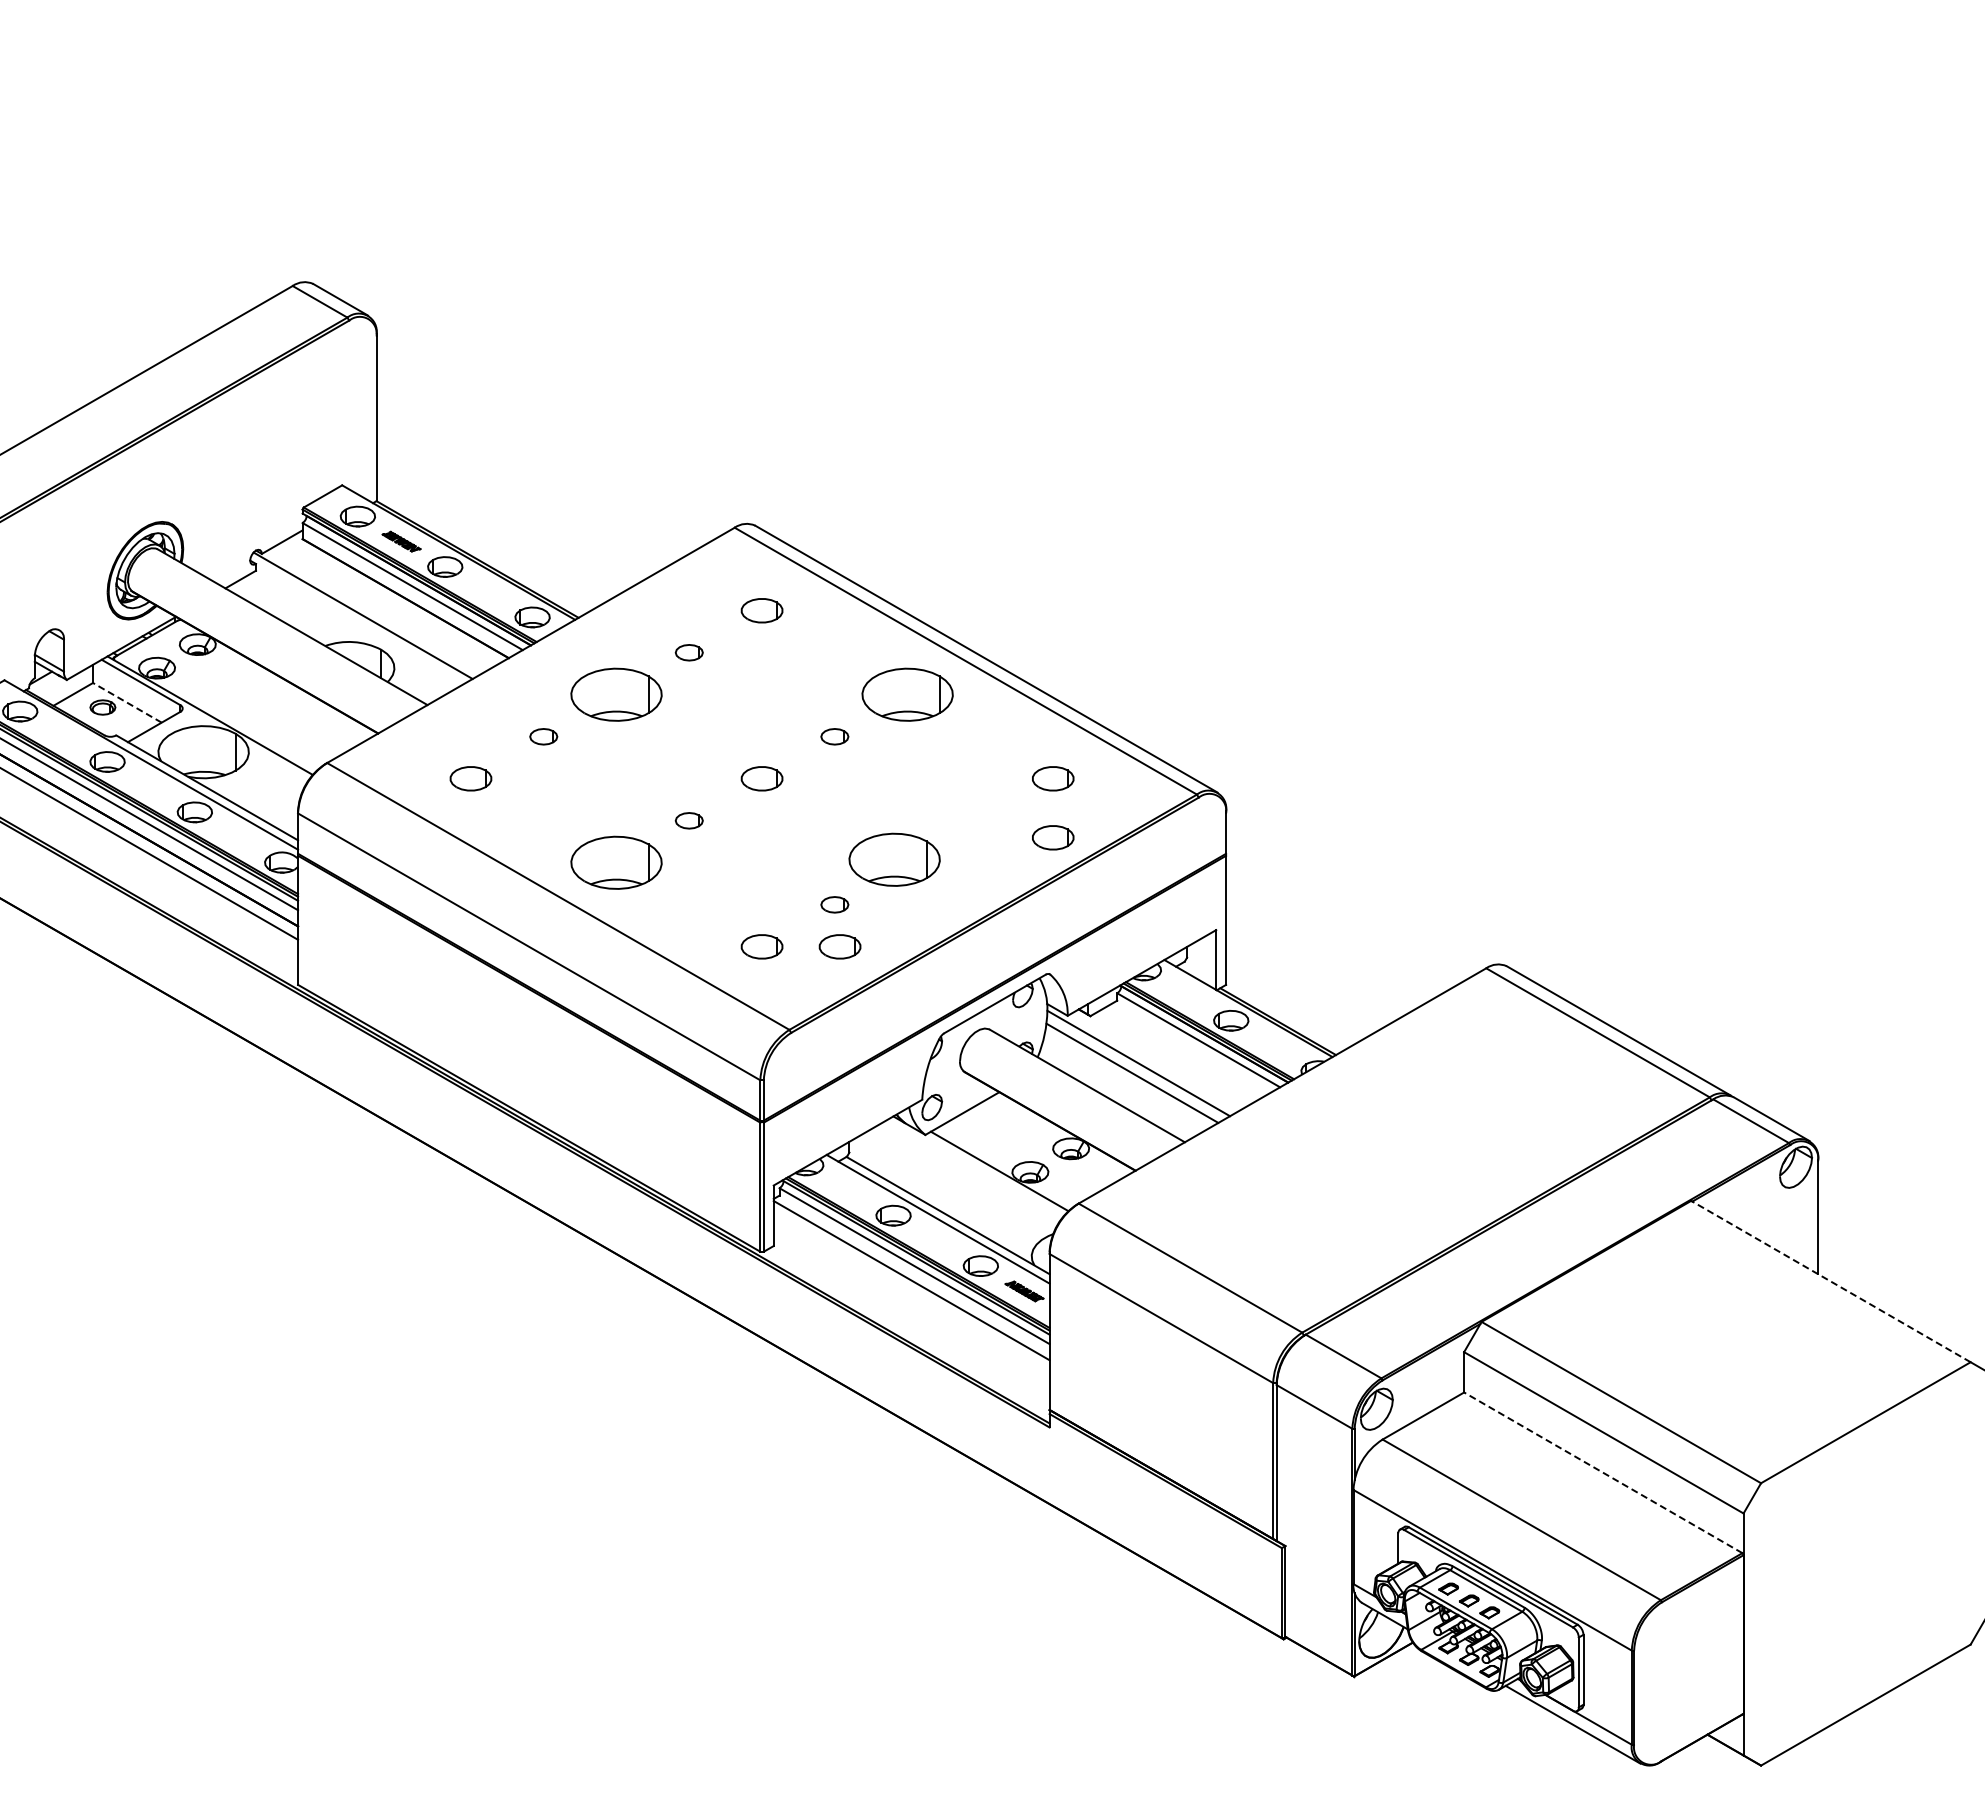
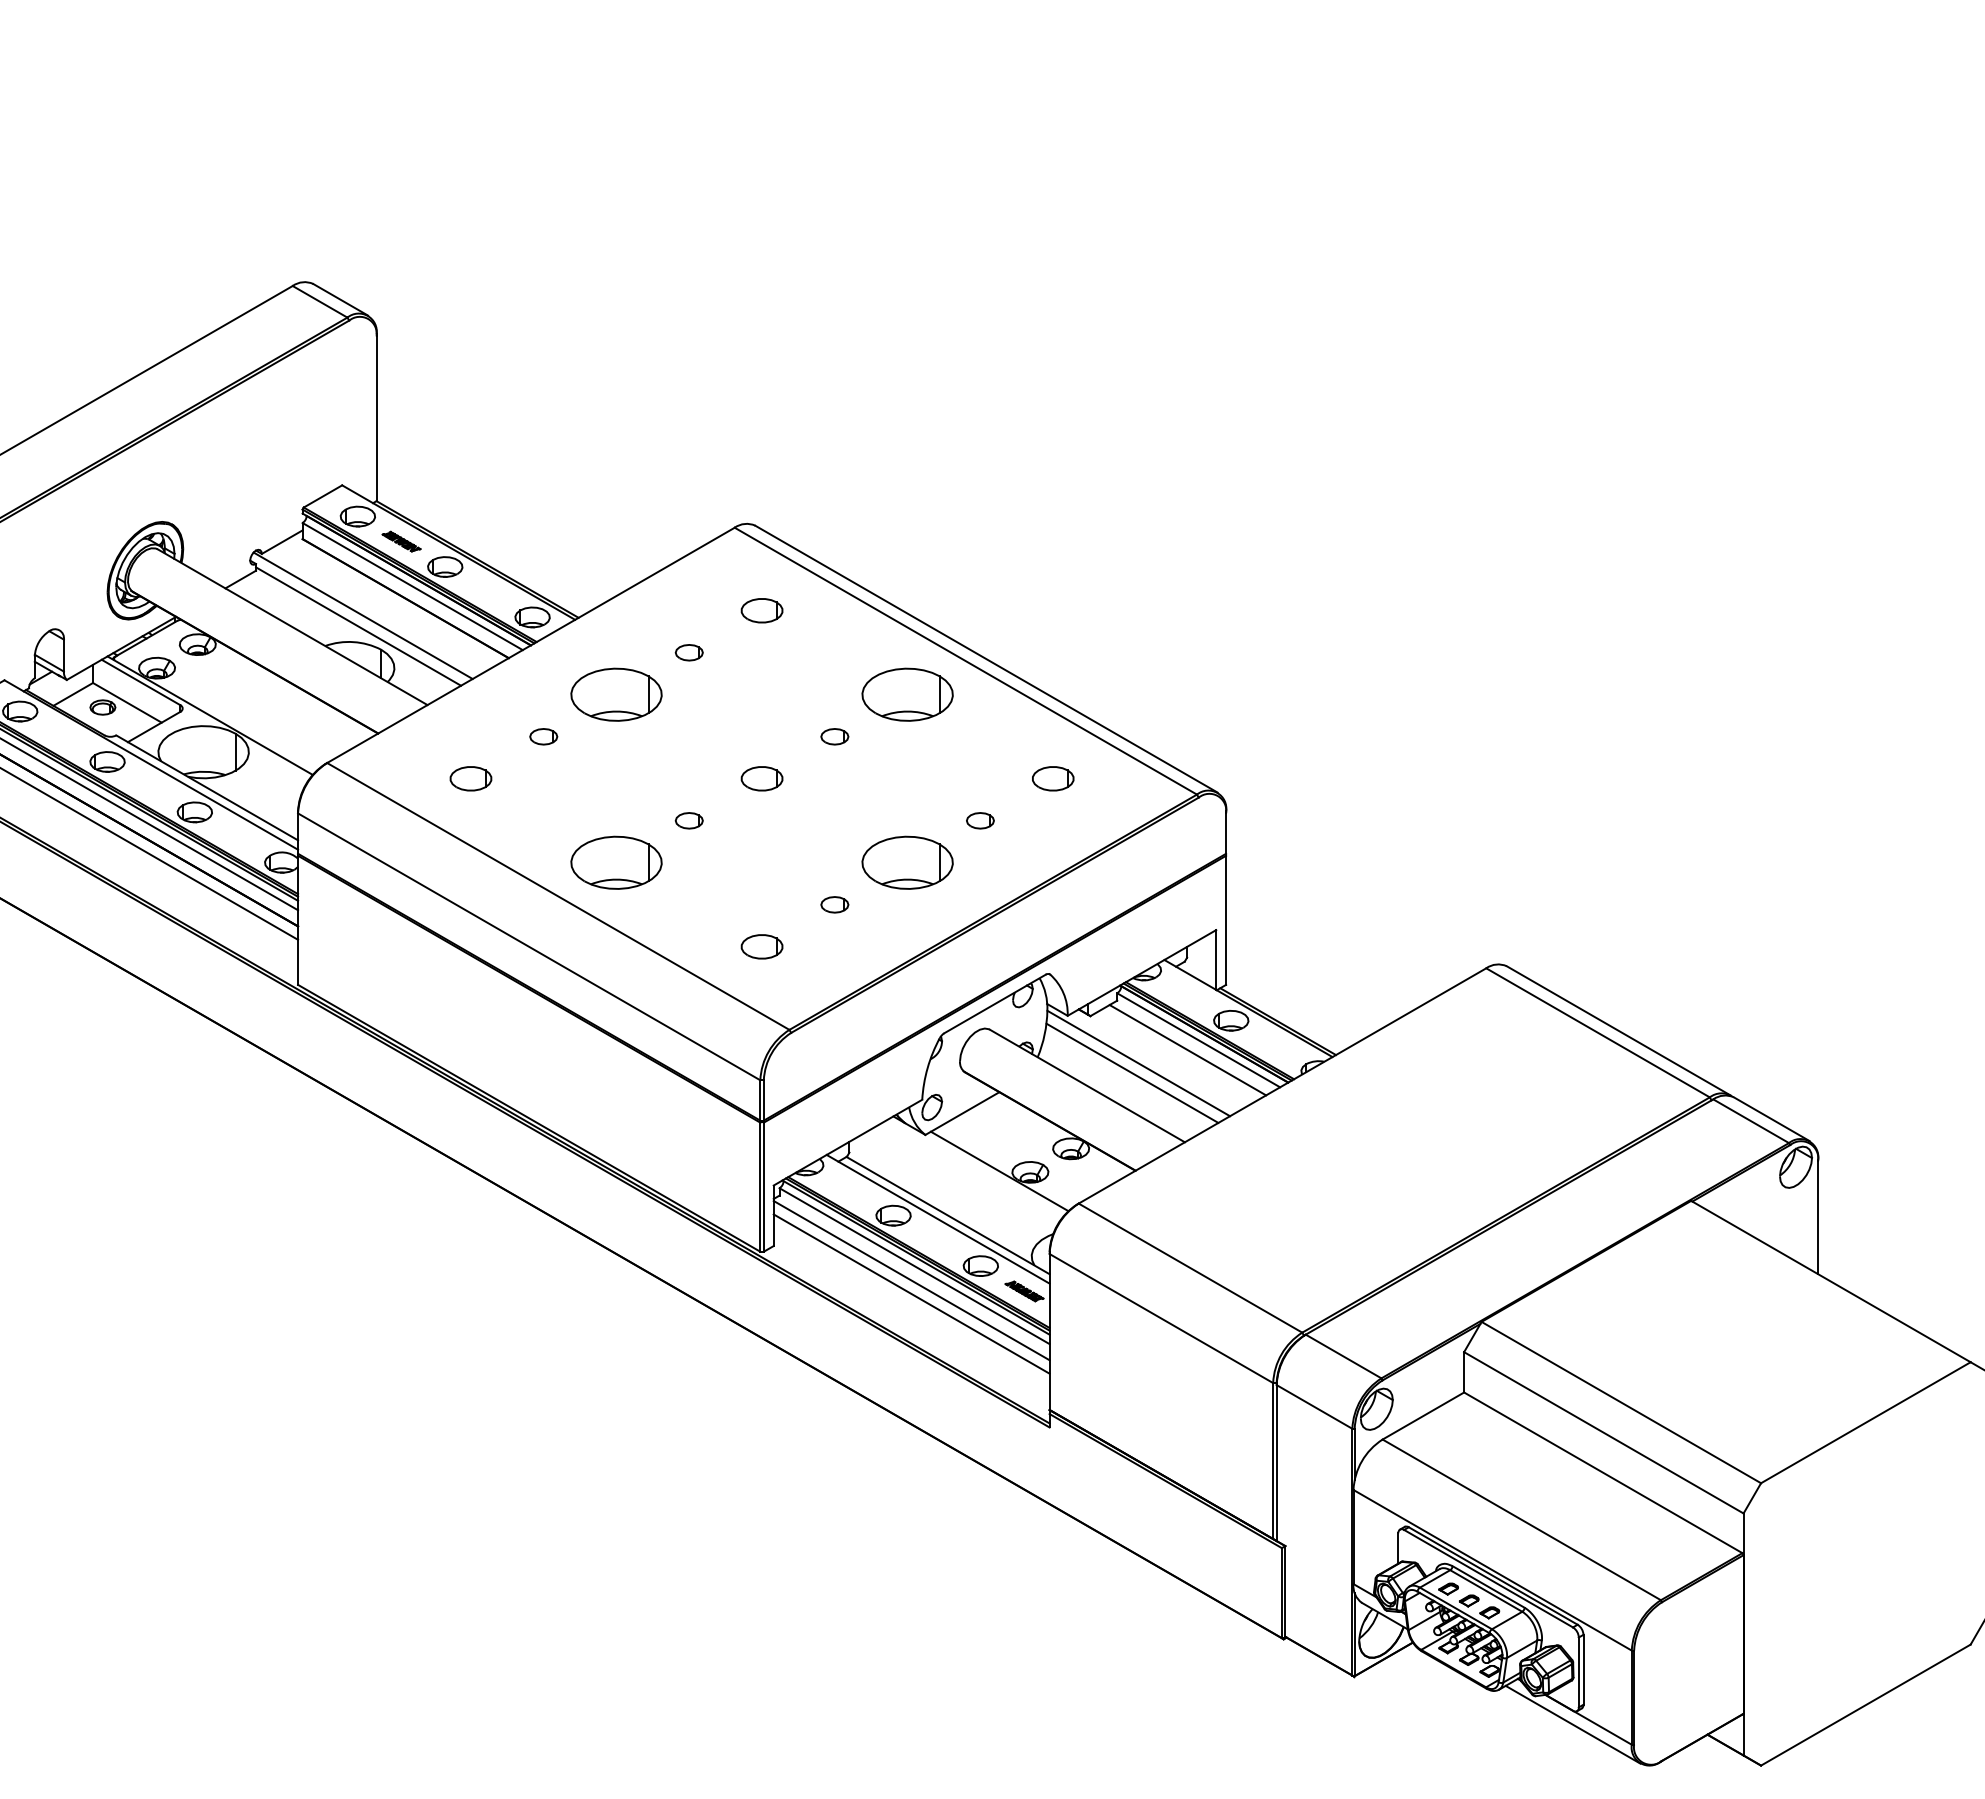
line at (358, 626): none -> present
line at (127, 702): dashed -> solid
part at (980, 820): none -> present
part at (1053, 837): present -> none
part at (894, 859) position: (894, 859) -> (907, 862)
part at (839, 946): present -> none
line at (1187, 1050): none -> present
line at (1830, 1281): dashed -> solid
line at (911, 1293): none -> present
line at (1603, 1472): dashed -> solid
